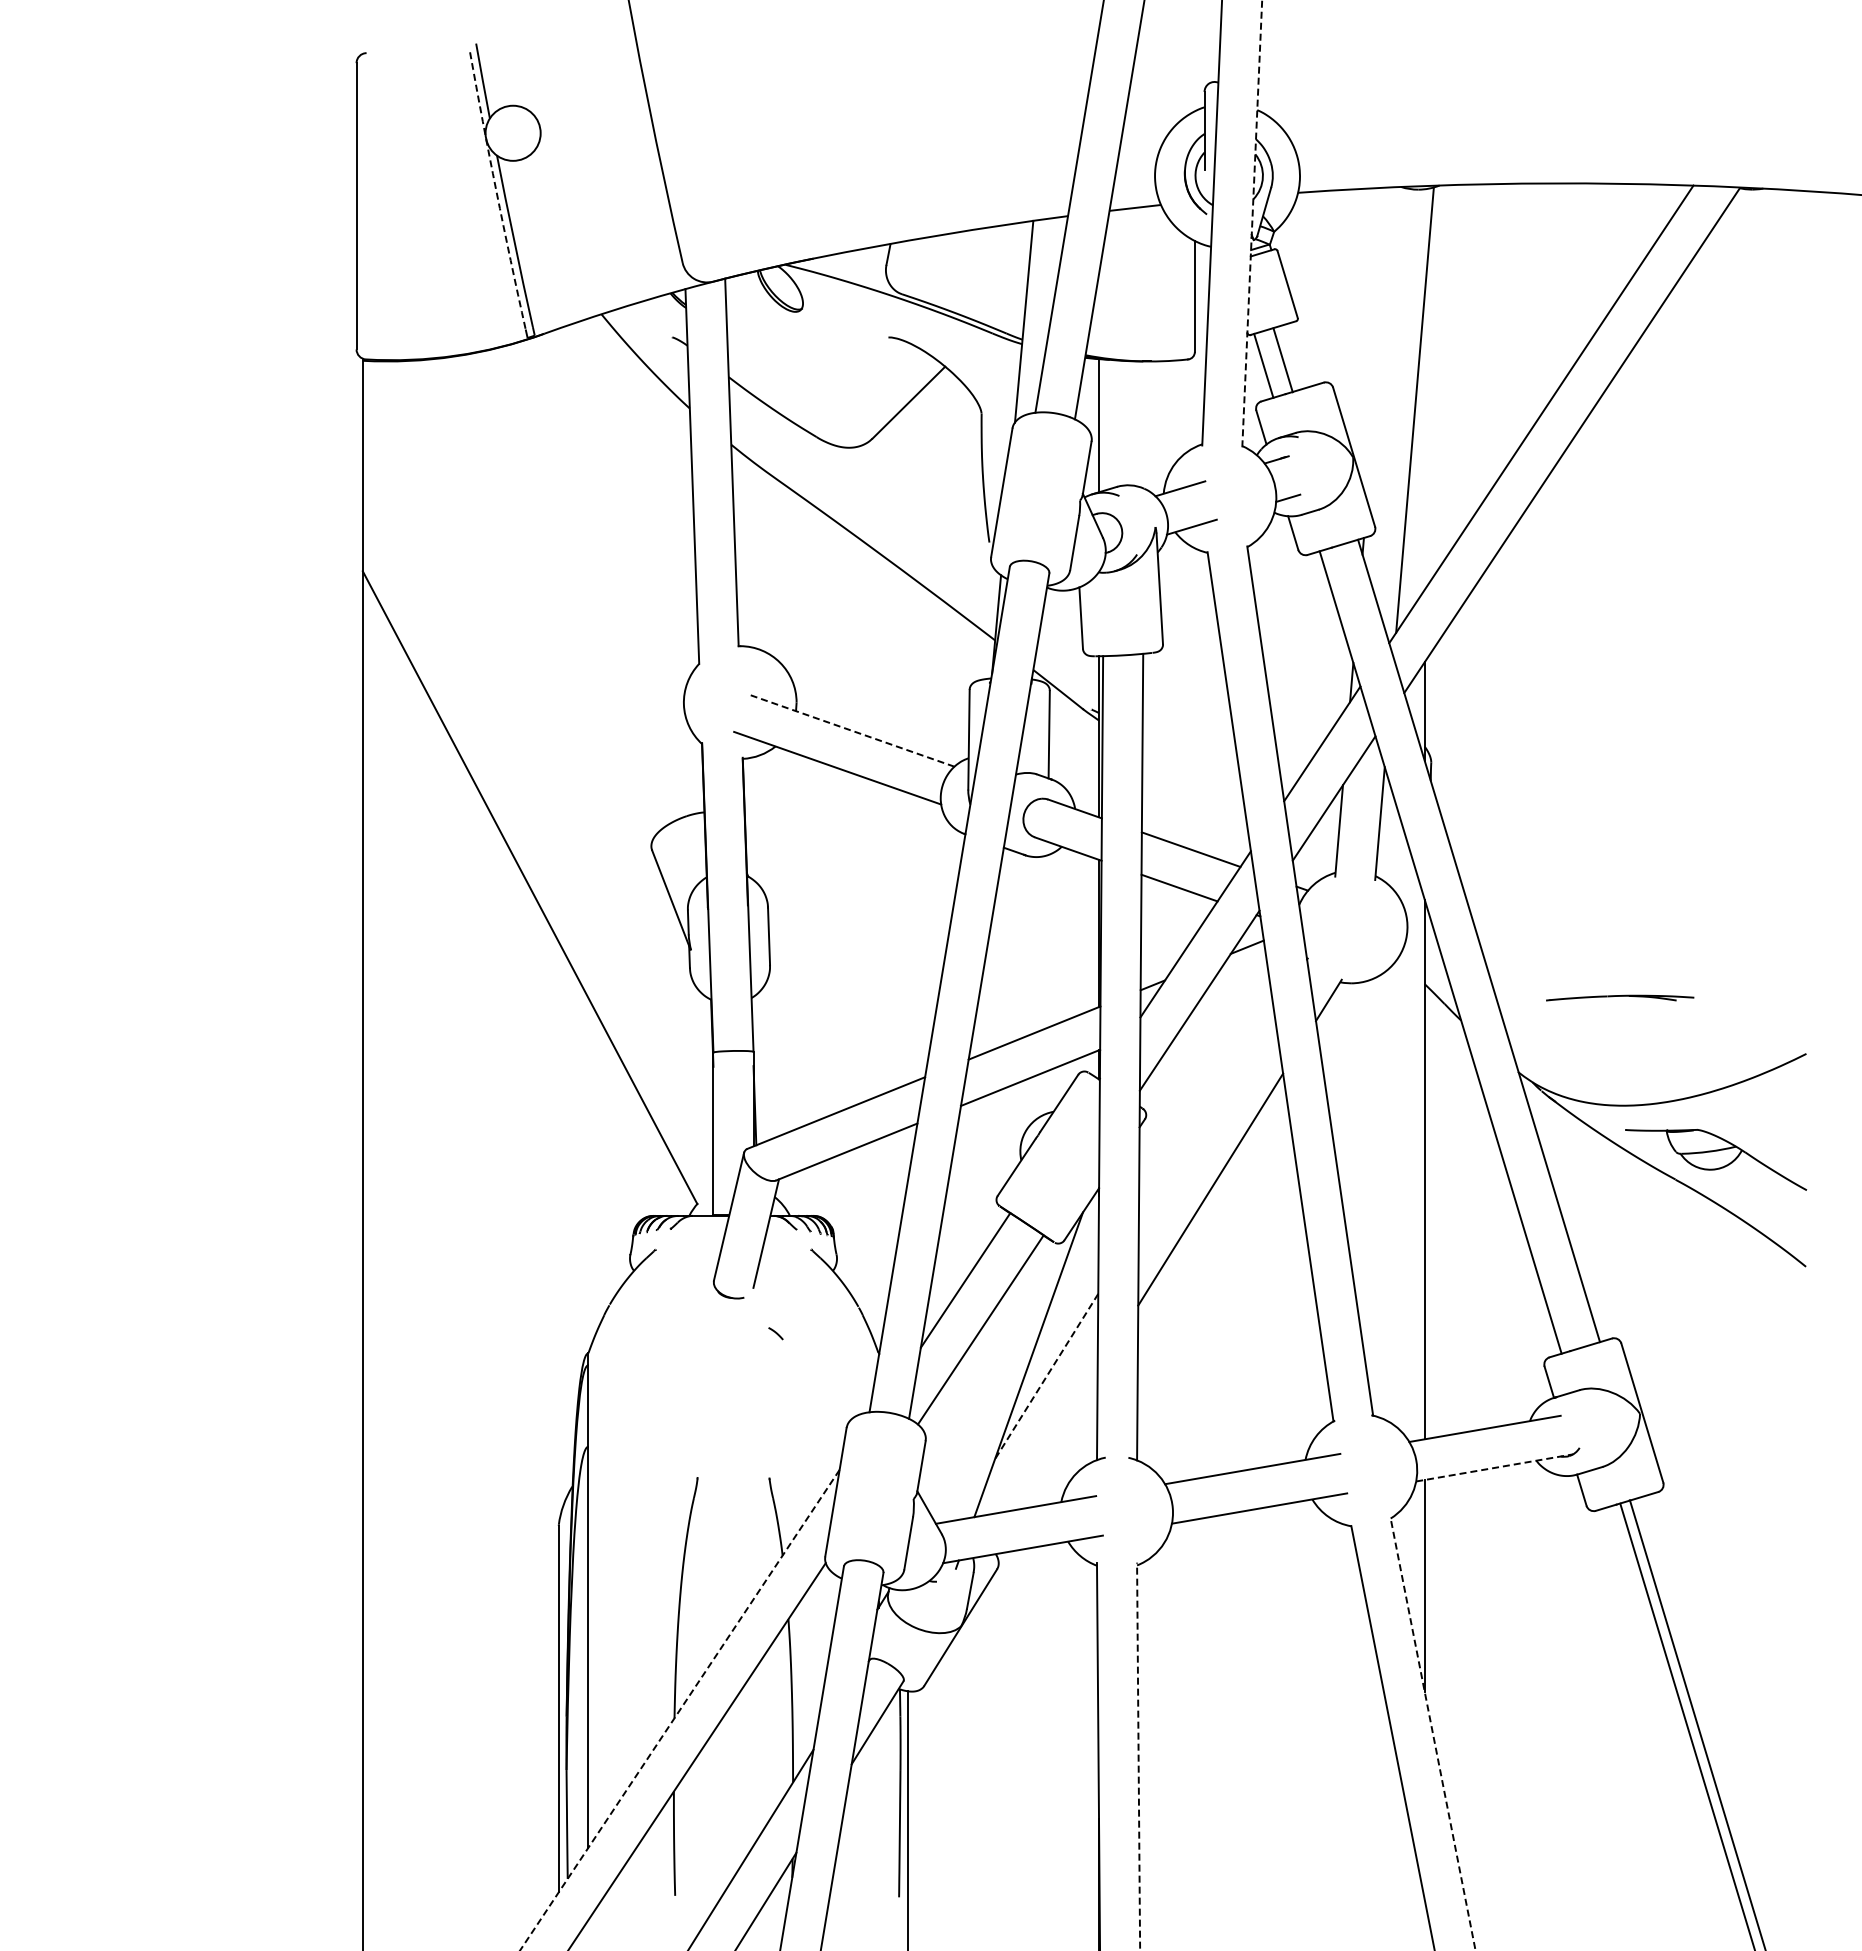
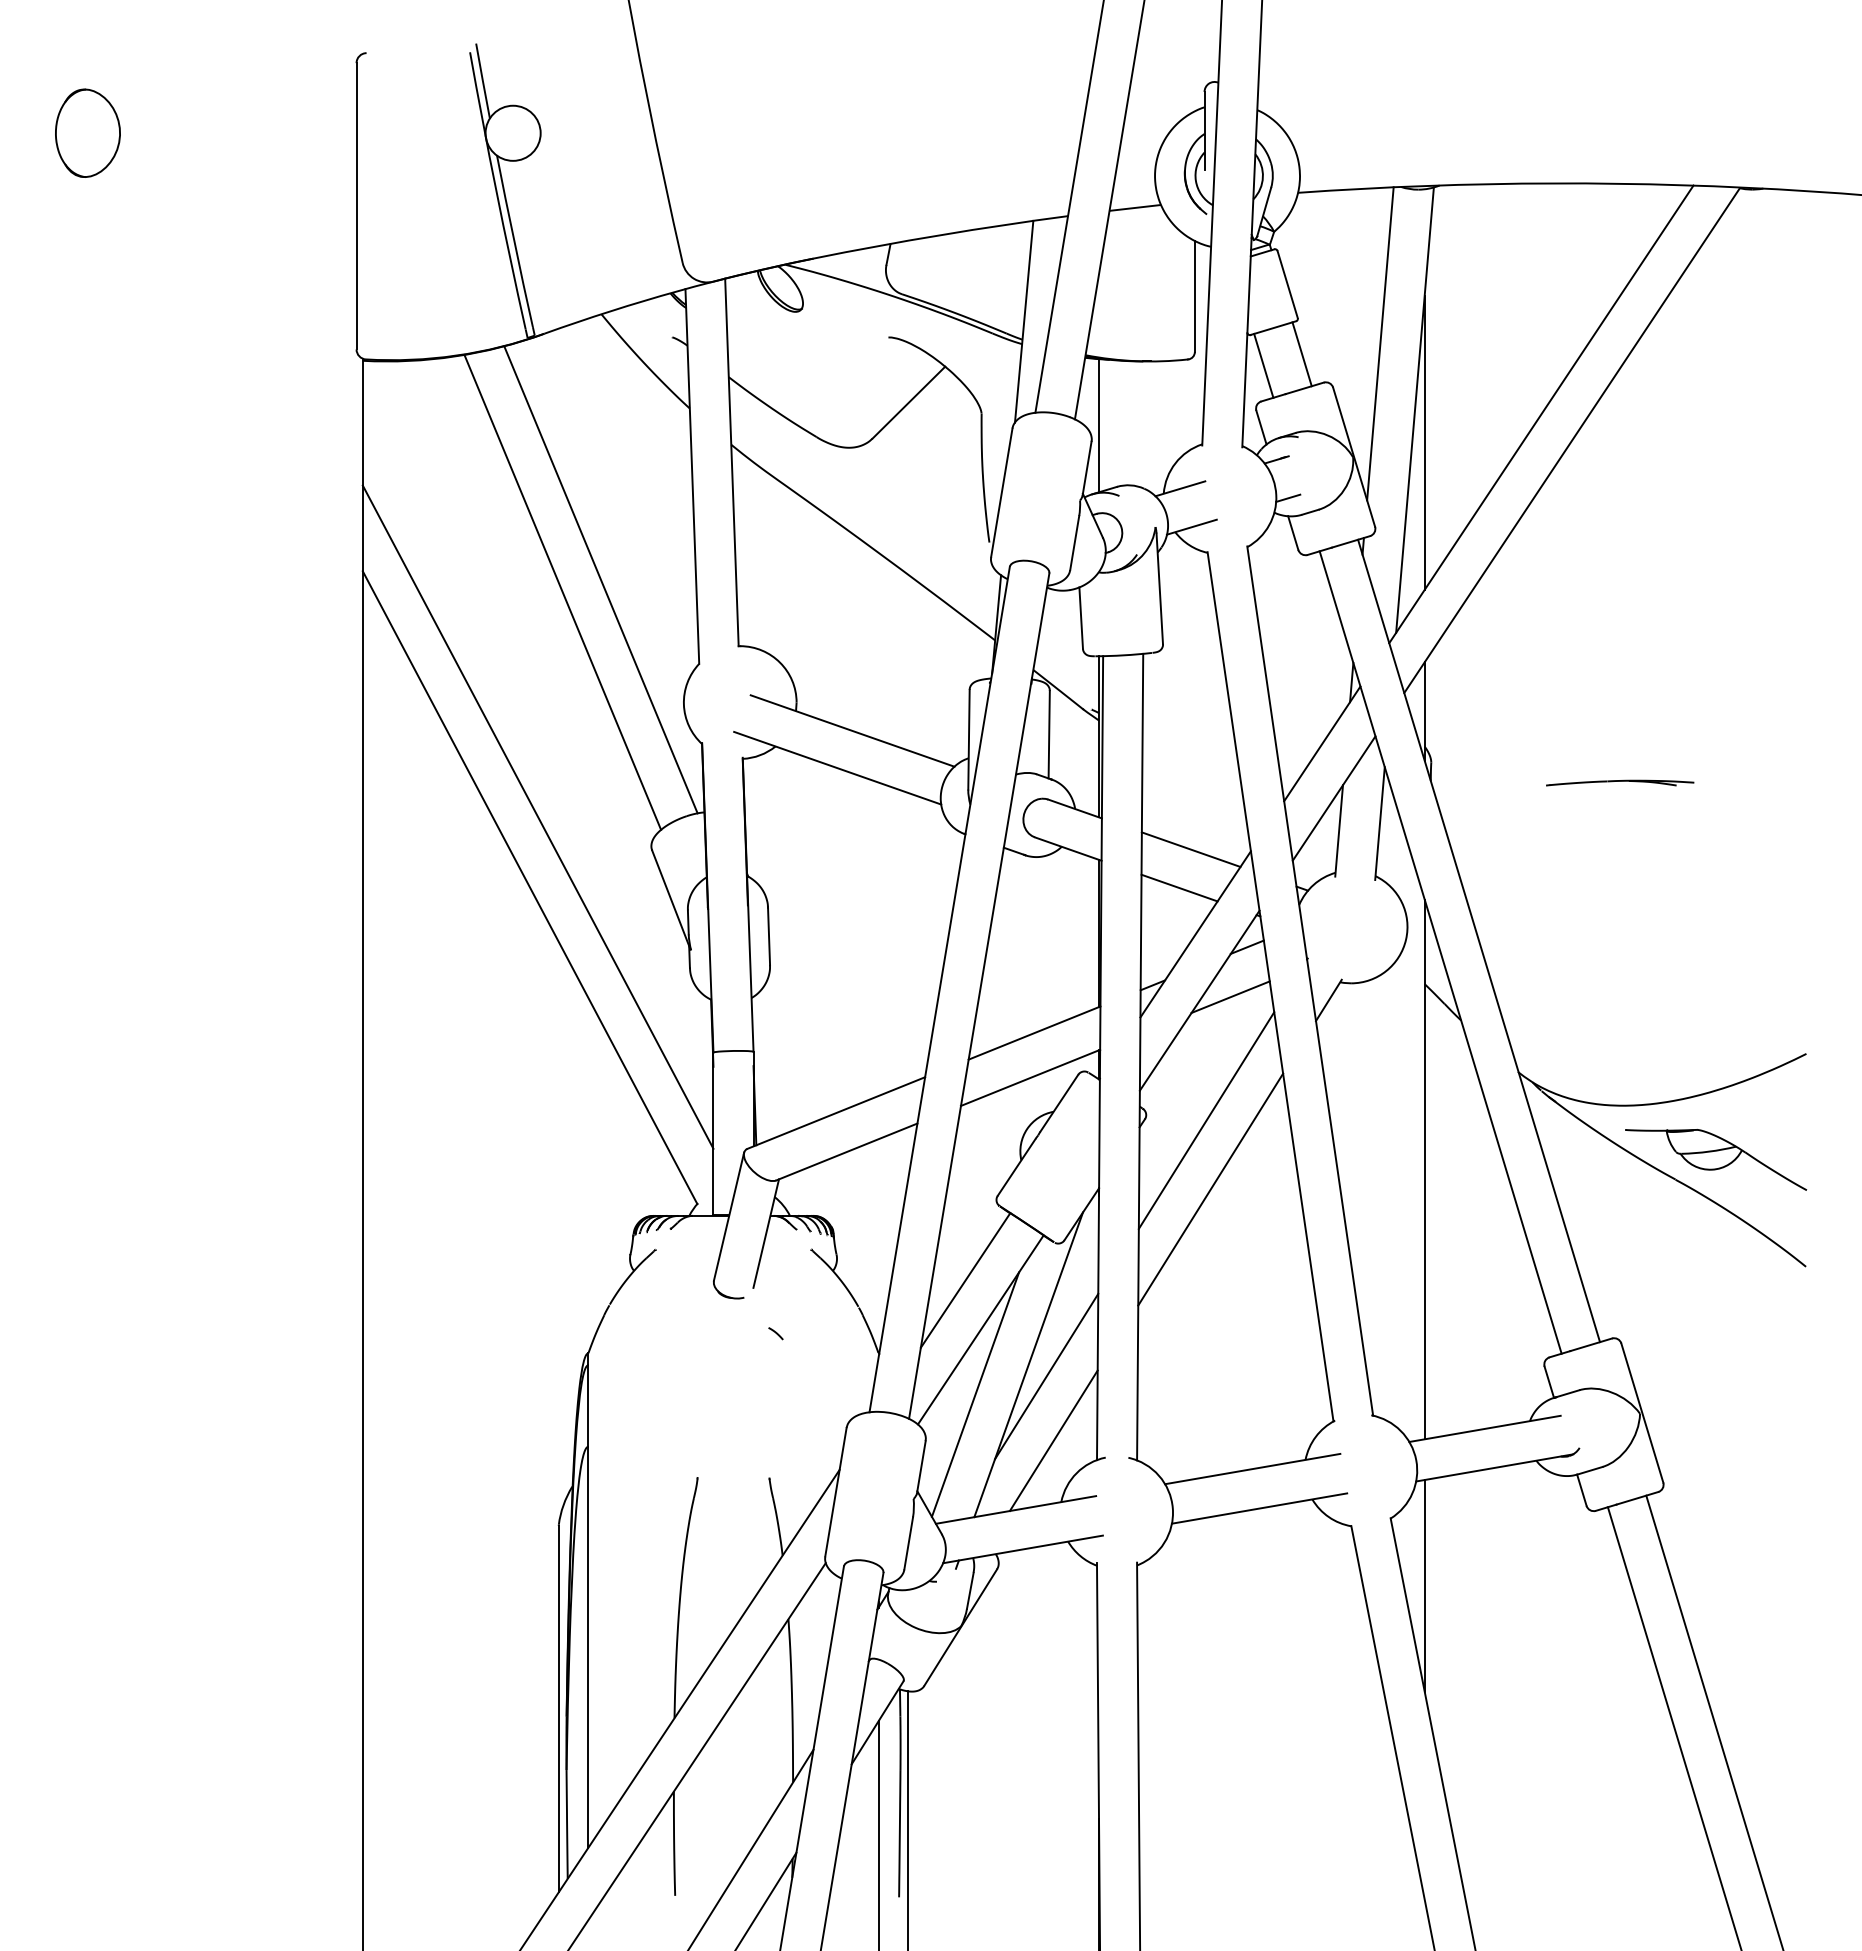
part at (87, 132): none -> present
arc at (496, 191): dashed -> solid
line at (1252, 223): dashed -> solid
line at (1380, 343): none -> present
line at (1282, 360) position: (1282, 360) -> (1301, 354)
line at (1424, 442): none -> present
line at (600, 579): none -> present
line at (562, 591): none -> present
line at (852, 731): dashed -> solid
line at (537, 816): none -> present
line at (1230, 996): none -> present
part at (1620, 997) position: (1620, 997) -> (1620, 782)
line at (1206, 1120): none -> present
line at (1046, 1376): dashed -> solid
line at (975, 1394): none -> present
line at (1053, 1440): none -> present
line at (1494, 1467): dashed -> solid
line at (679, 1710): dashed -> solid
line at (1696, 1723) position: (1696, 1723) -> (1673, 1727)
line at (1686, 1725) position: (1686, 1725) -> (1714, 1721)
line at (1433, 1734): dashed -> solid
line at (1138, 1756): dashed -> solid
line at (878, 1834): none -> present
